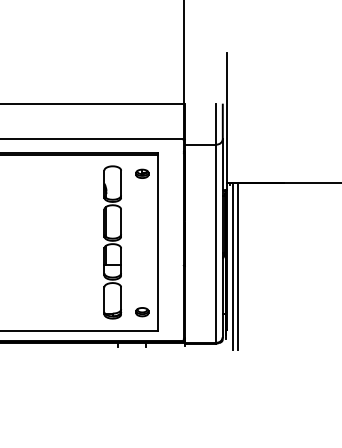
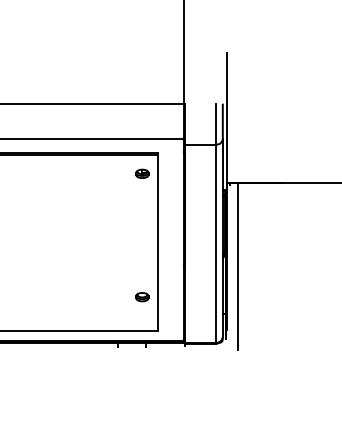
part at (112, 242): present -> none
line at (233, 265): present -> none
part at (142, 312) position: (142, 312) -> (142, 297)
